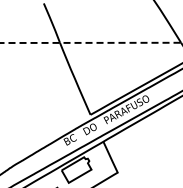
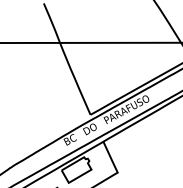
line at (90, 42): dashed -> solid
